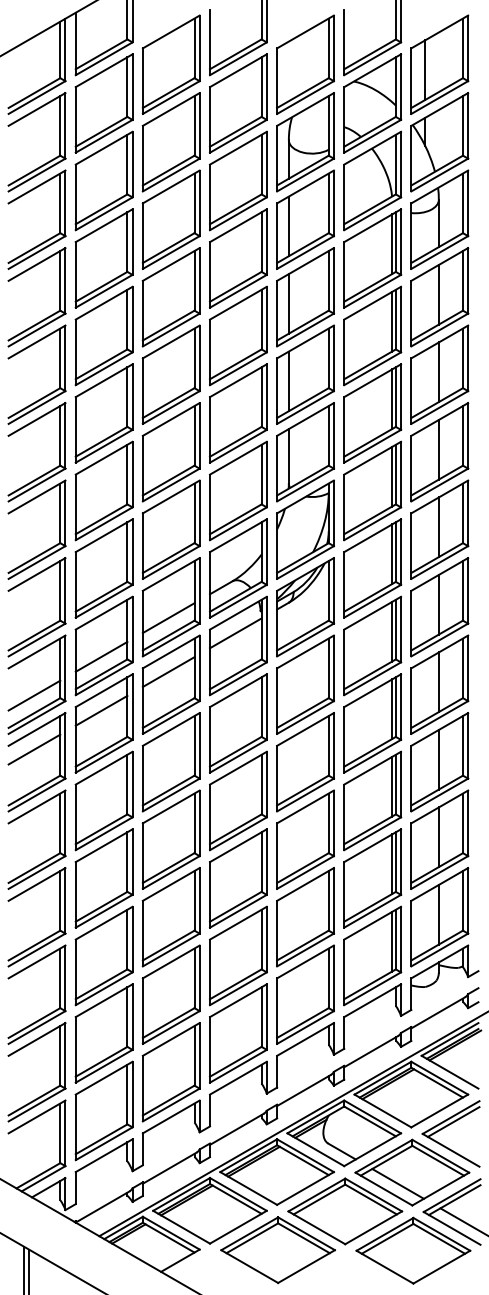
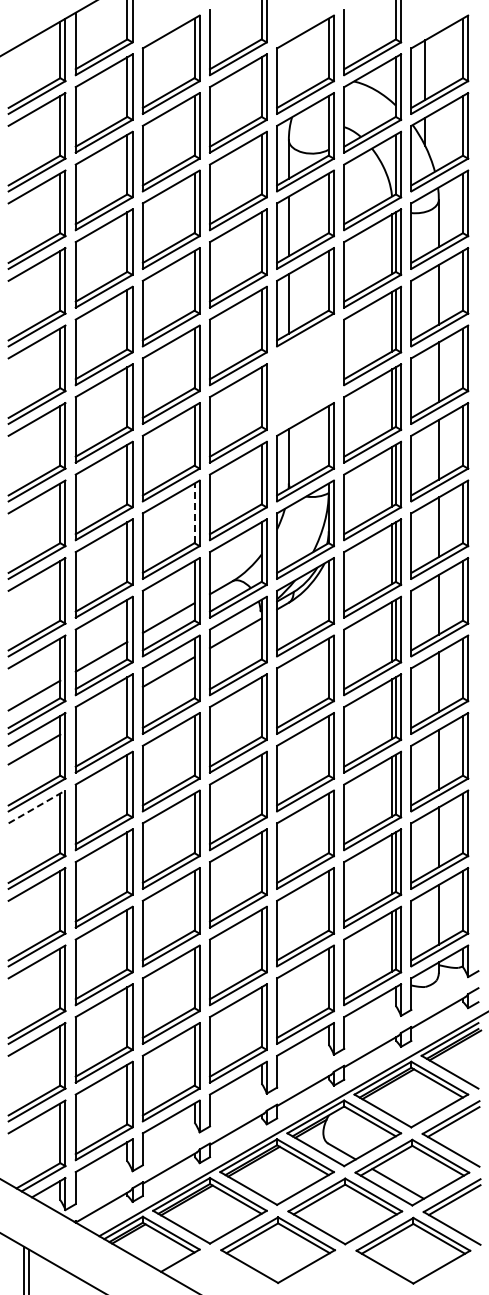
part at (305, 374): present -> none
line at (194, 513): solid -> dashed
line at (101, 710): present -> none
line at (37, 806): solid -> dashed
line at (462, 1221): present -> none
